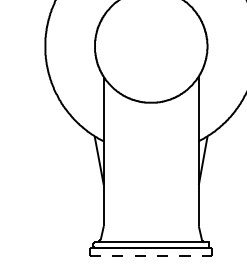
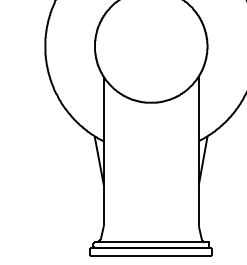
line at (151, 255): dashed -> solid
